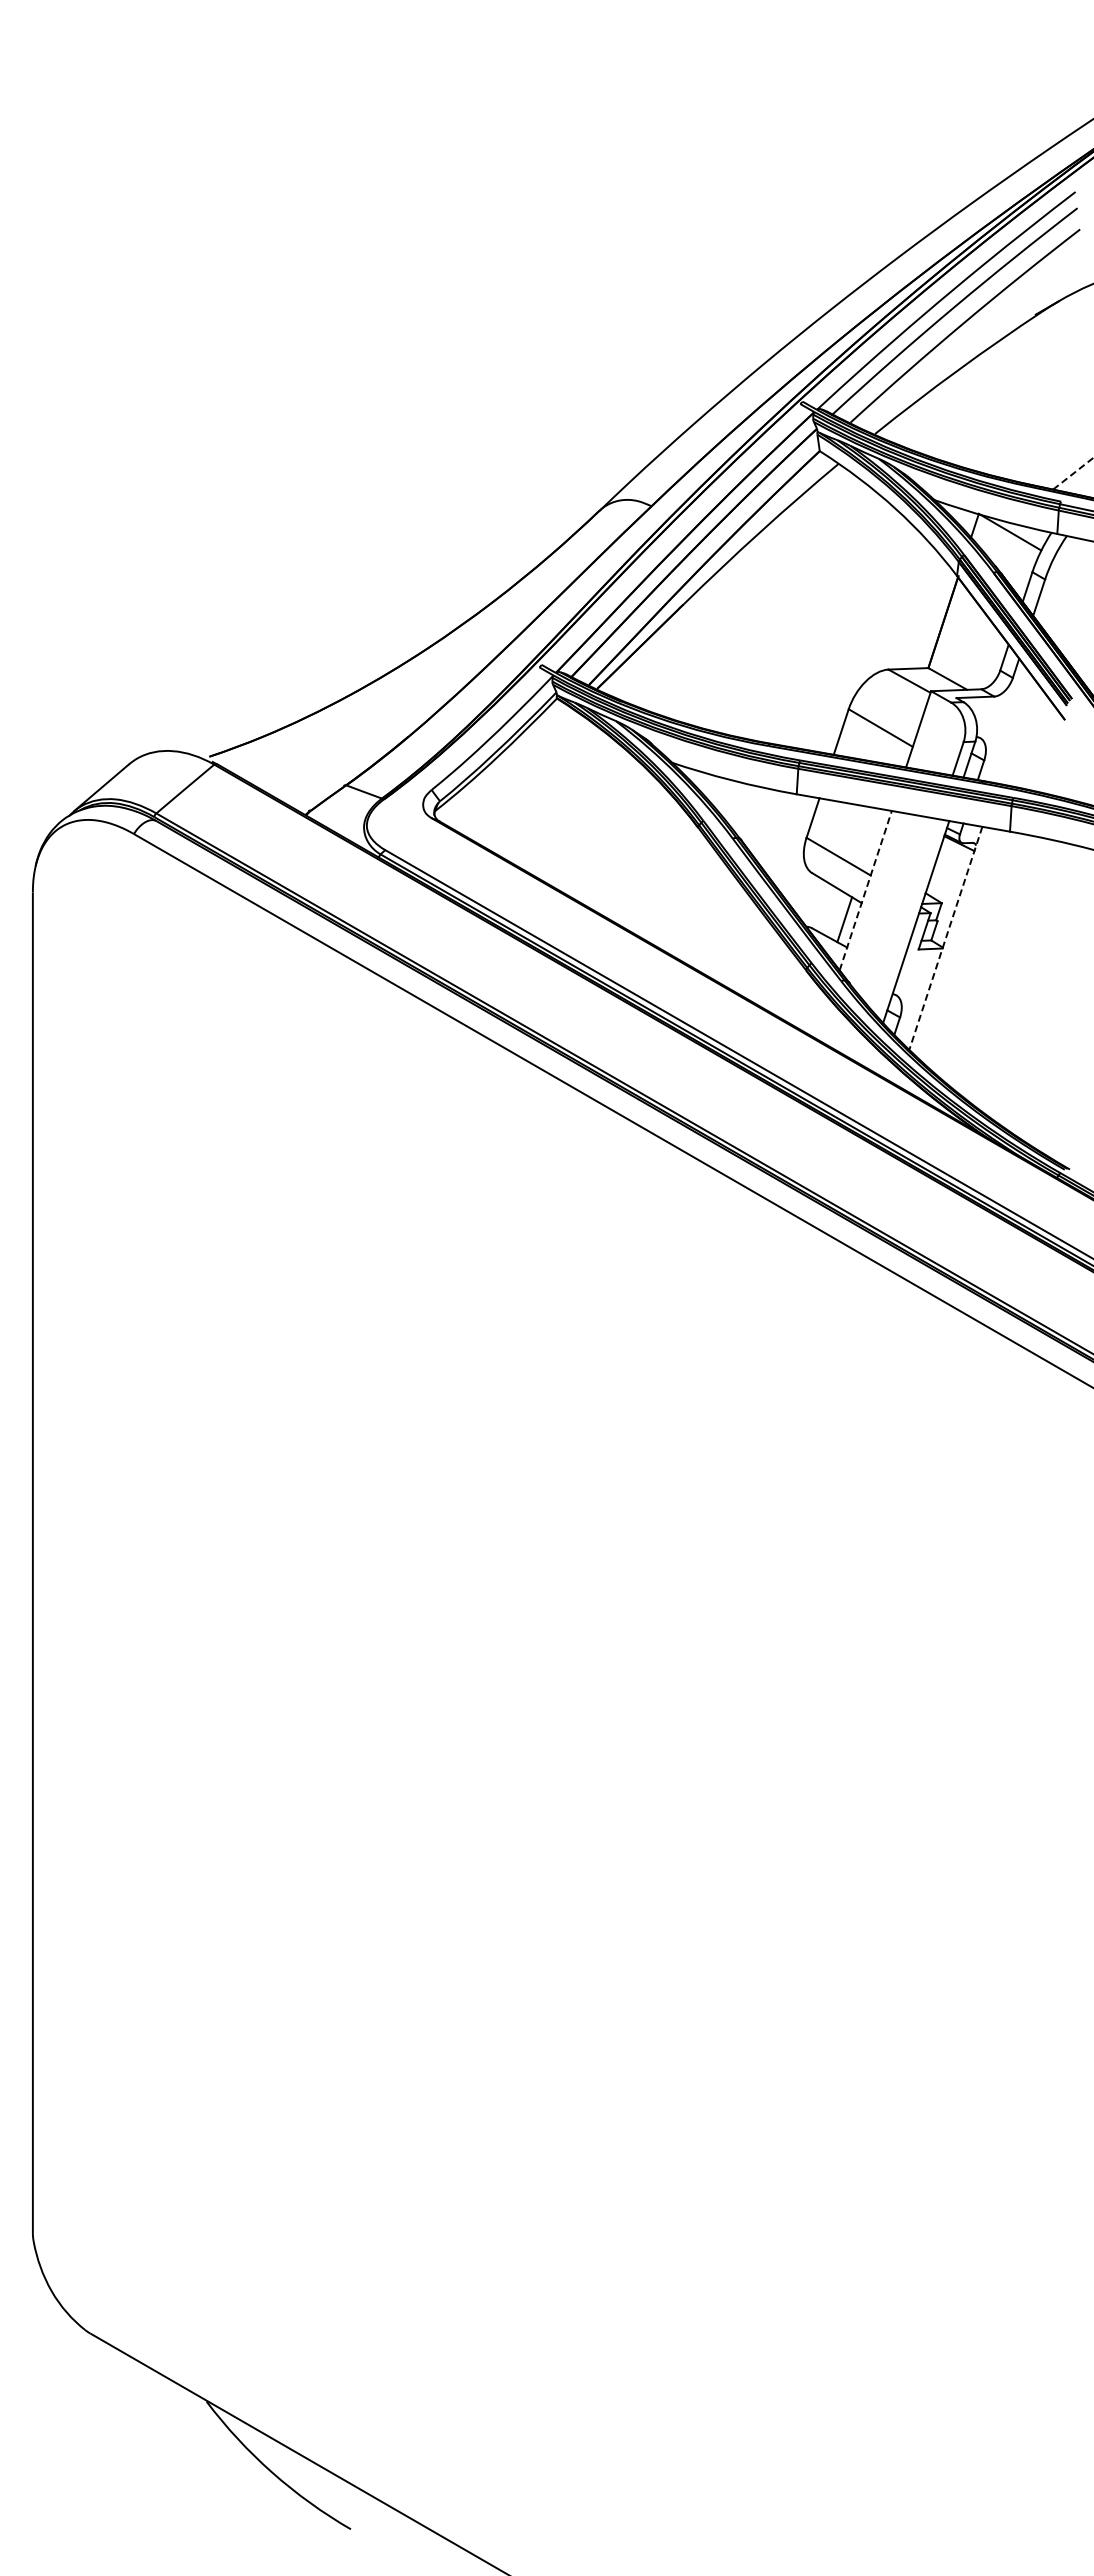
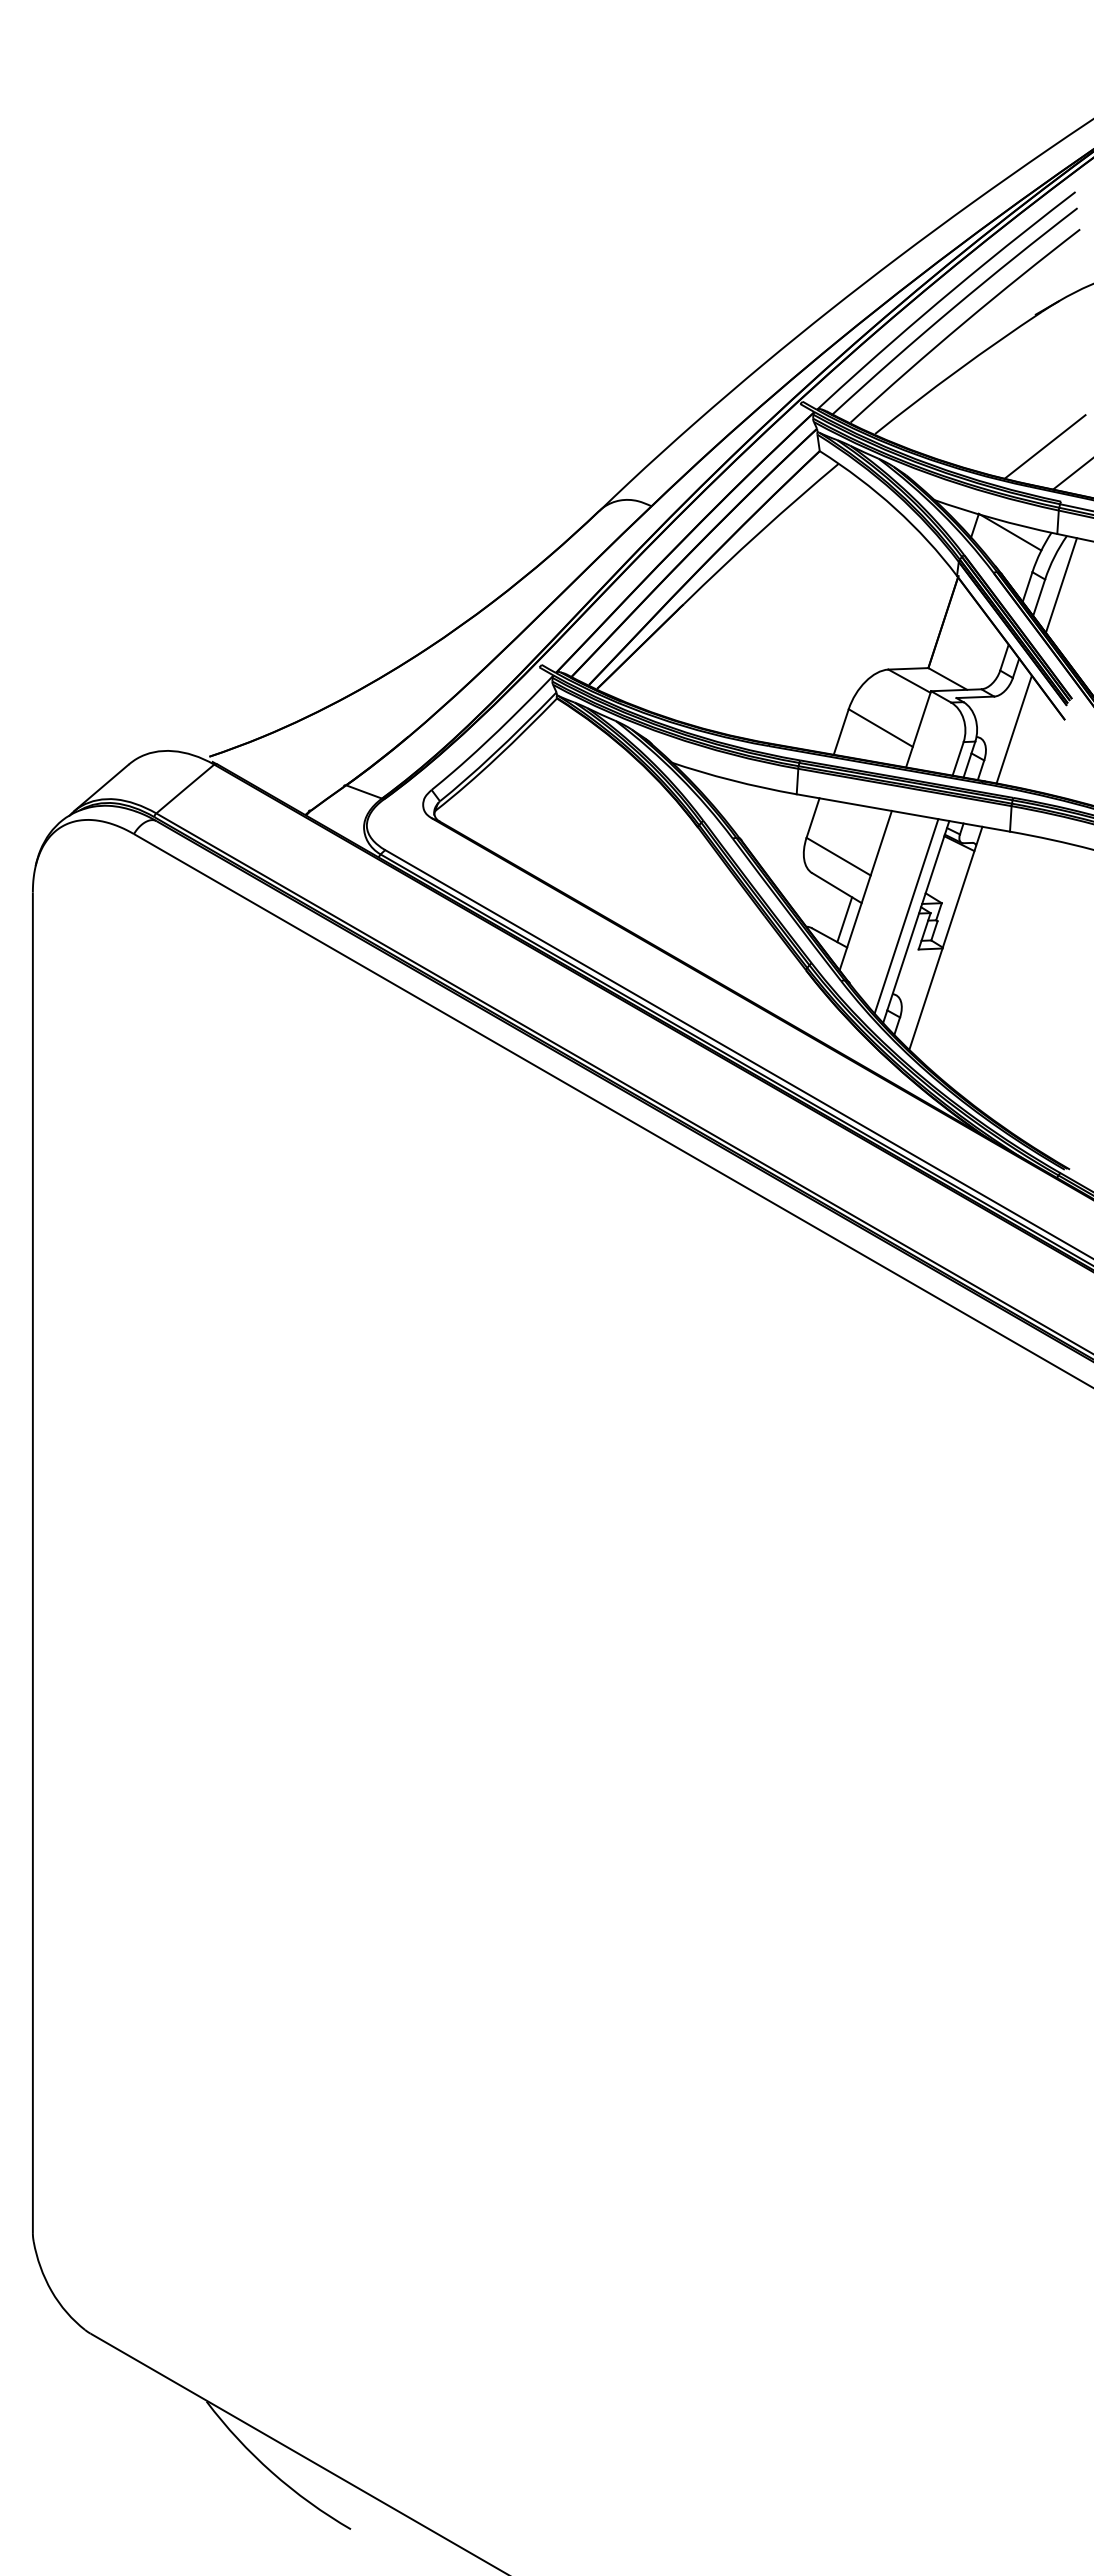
line at (1045, 446): none -> present
line at (1073, 473): dashed -> solid
line at (1060, 585): none -> present
line at (1013, 729): none -> present
line at (865, 890): dashed -> solid
line at (906, 916): none -> present
line at (945, 938): dashed -> solid
